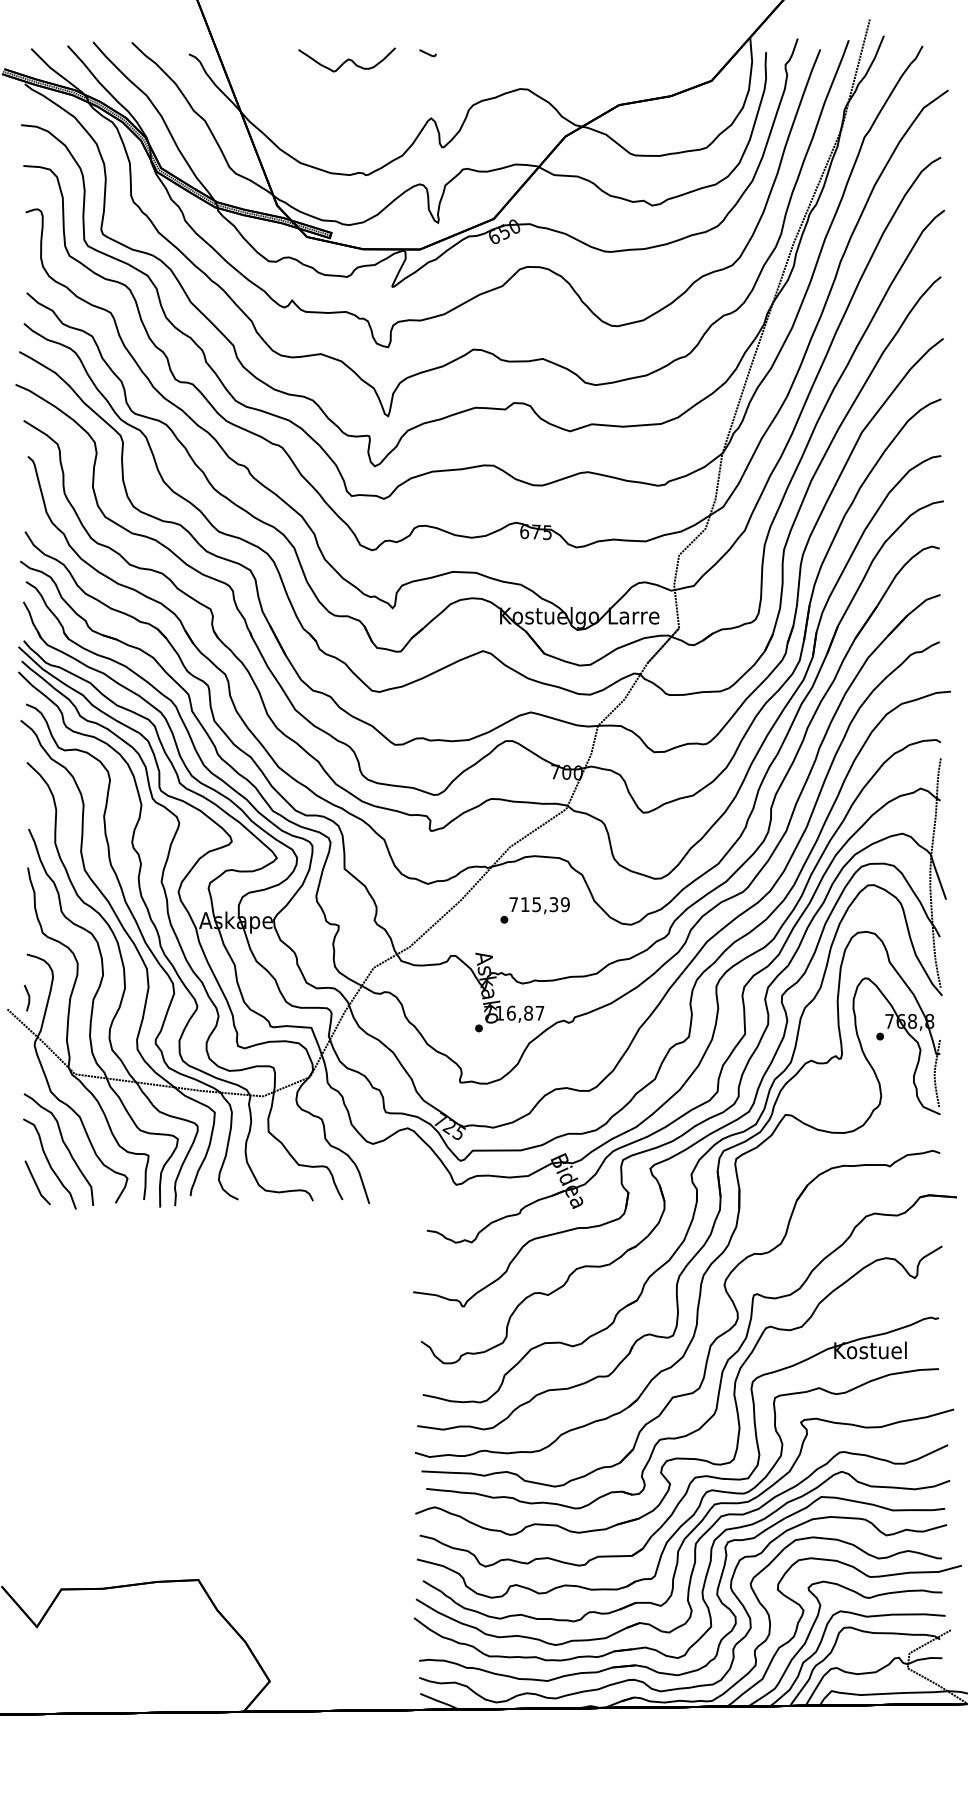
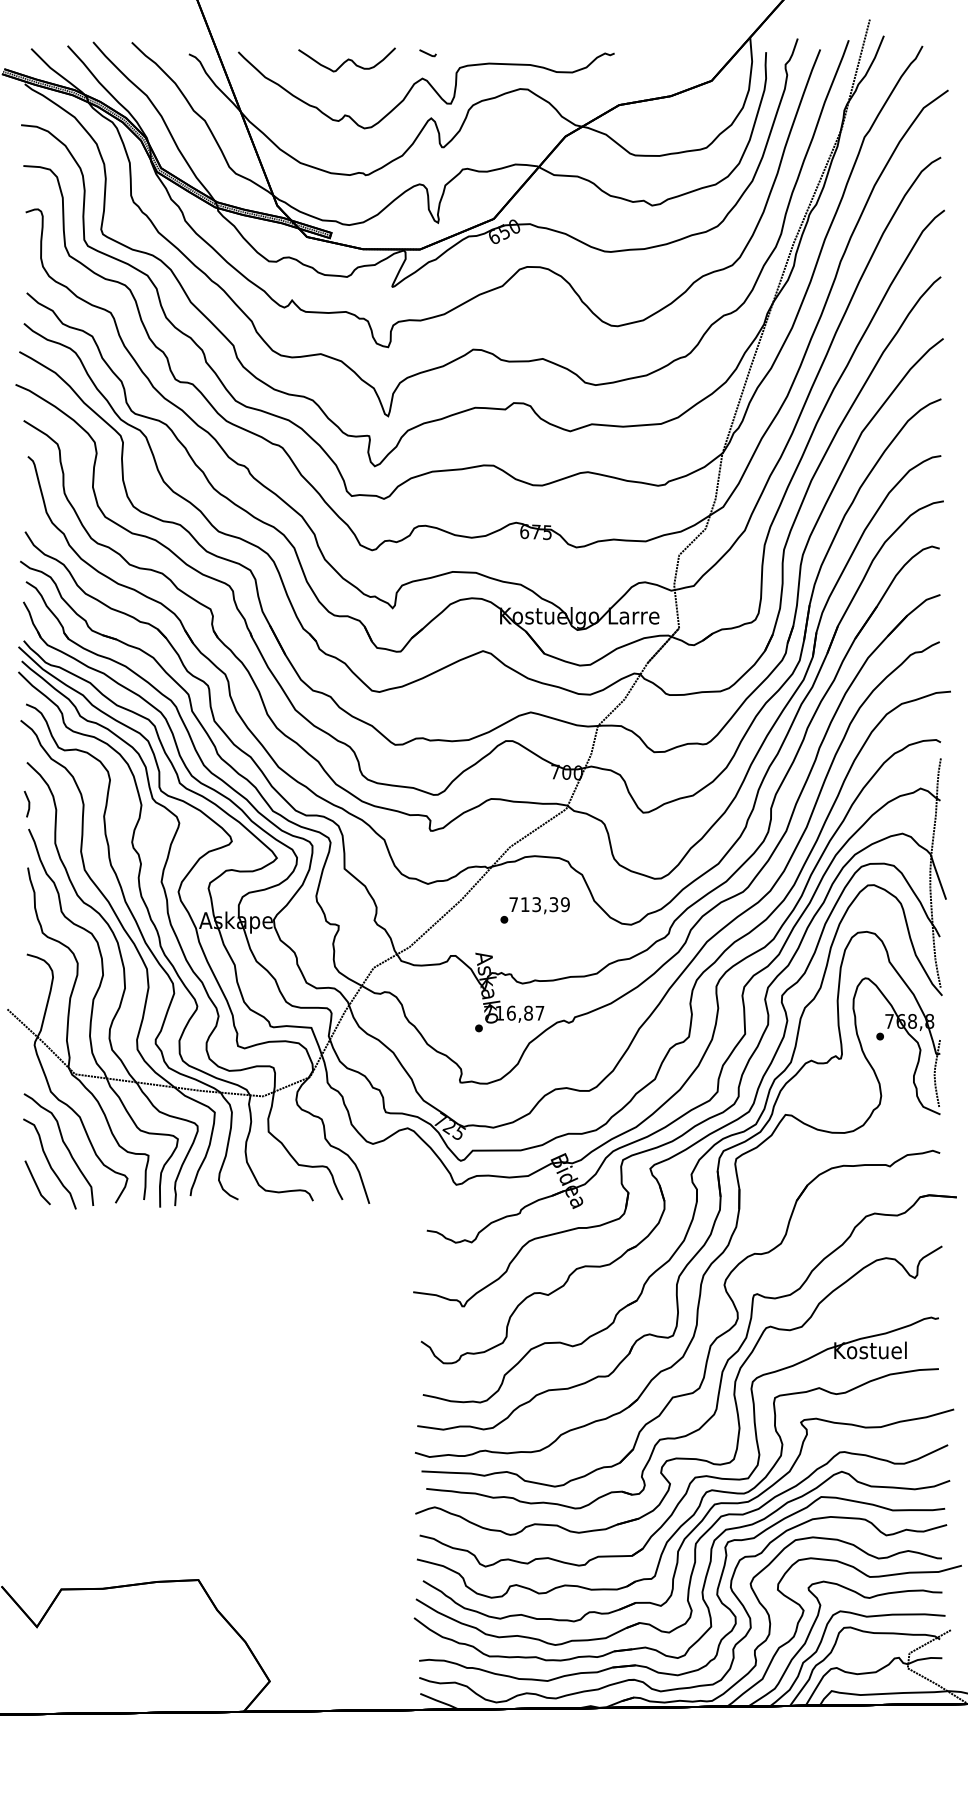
curve at (430, 86): none -> present
text at (536, 904): 715,39 -> 713,39
line at (28, 997) position: (28, 997) -> (28, 803)
